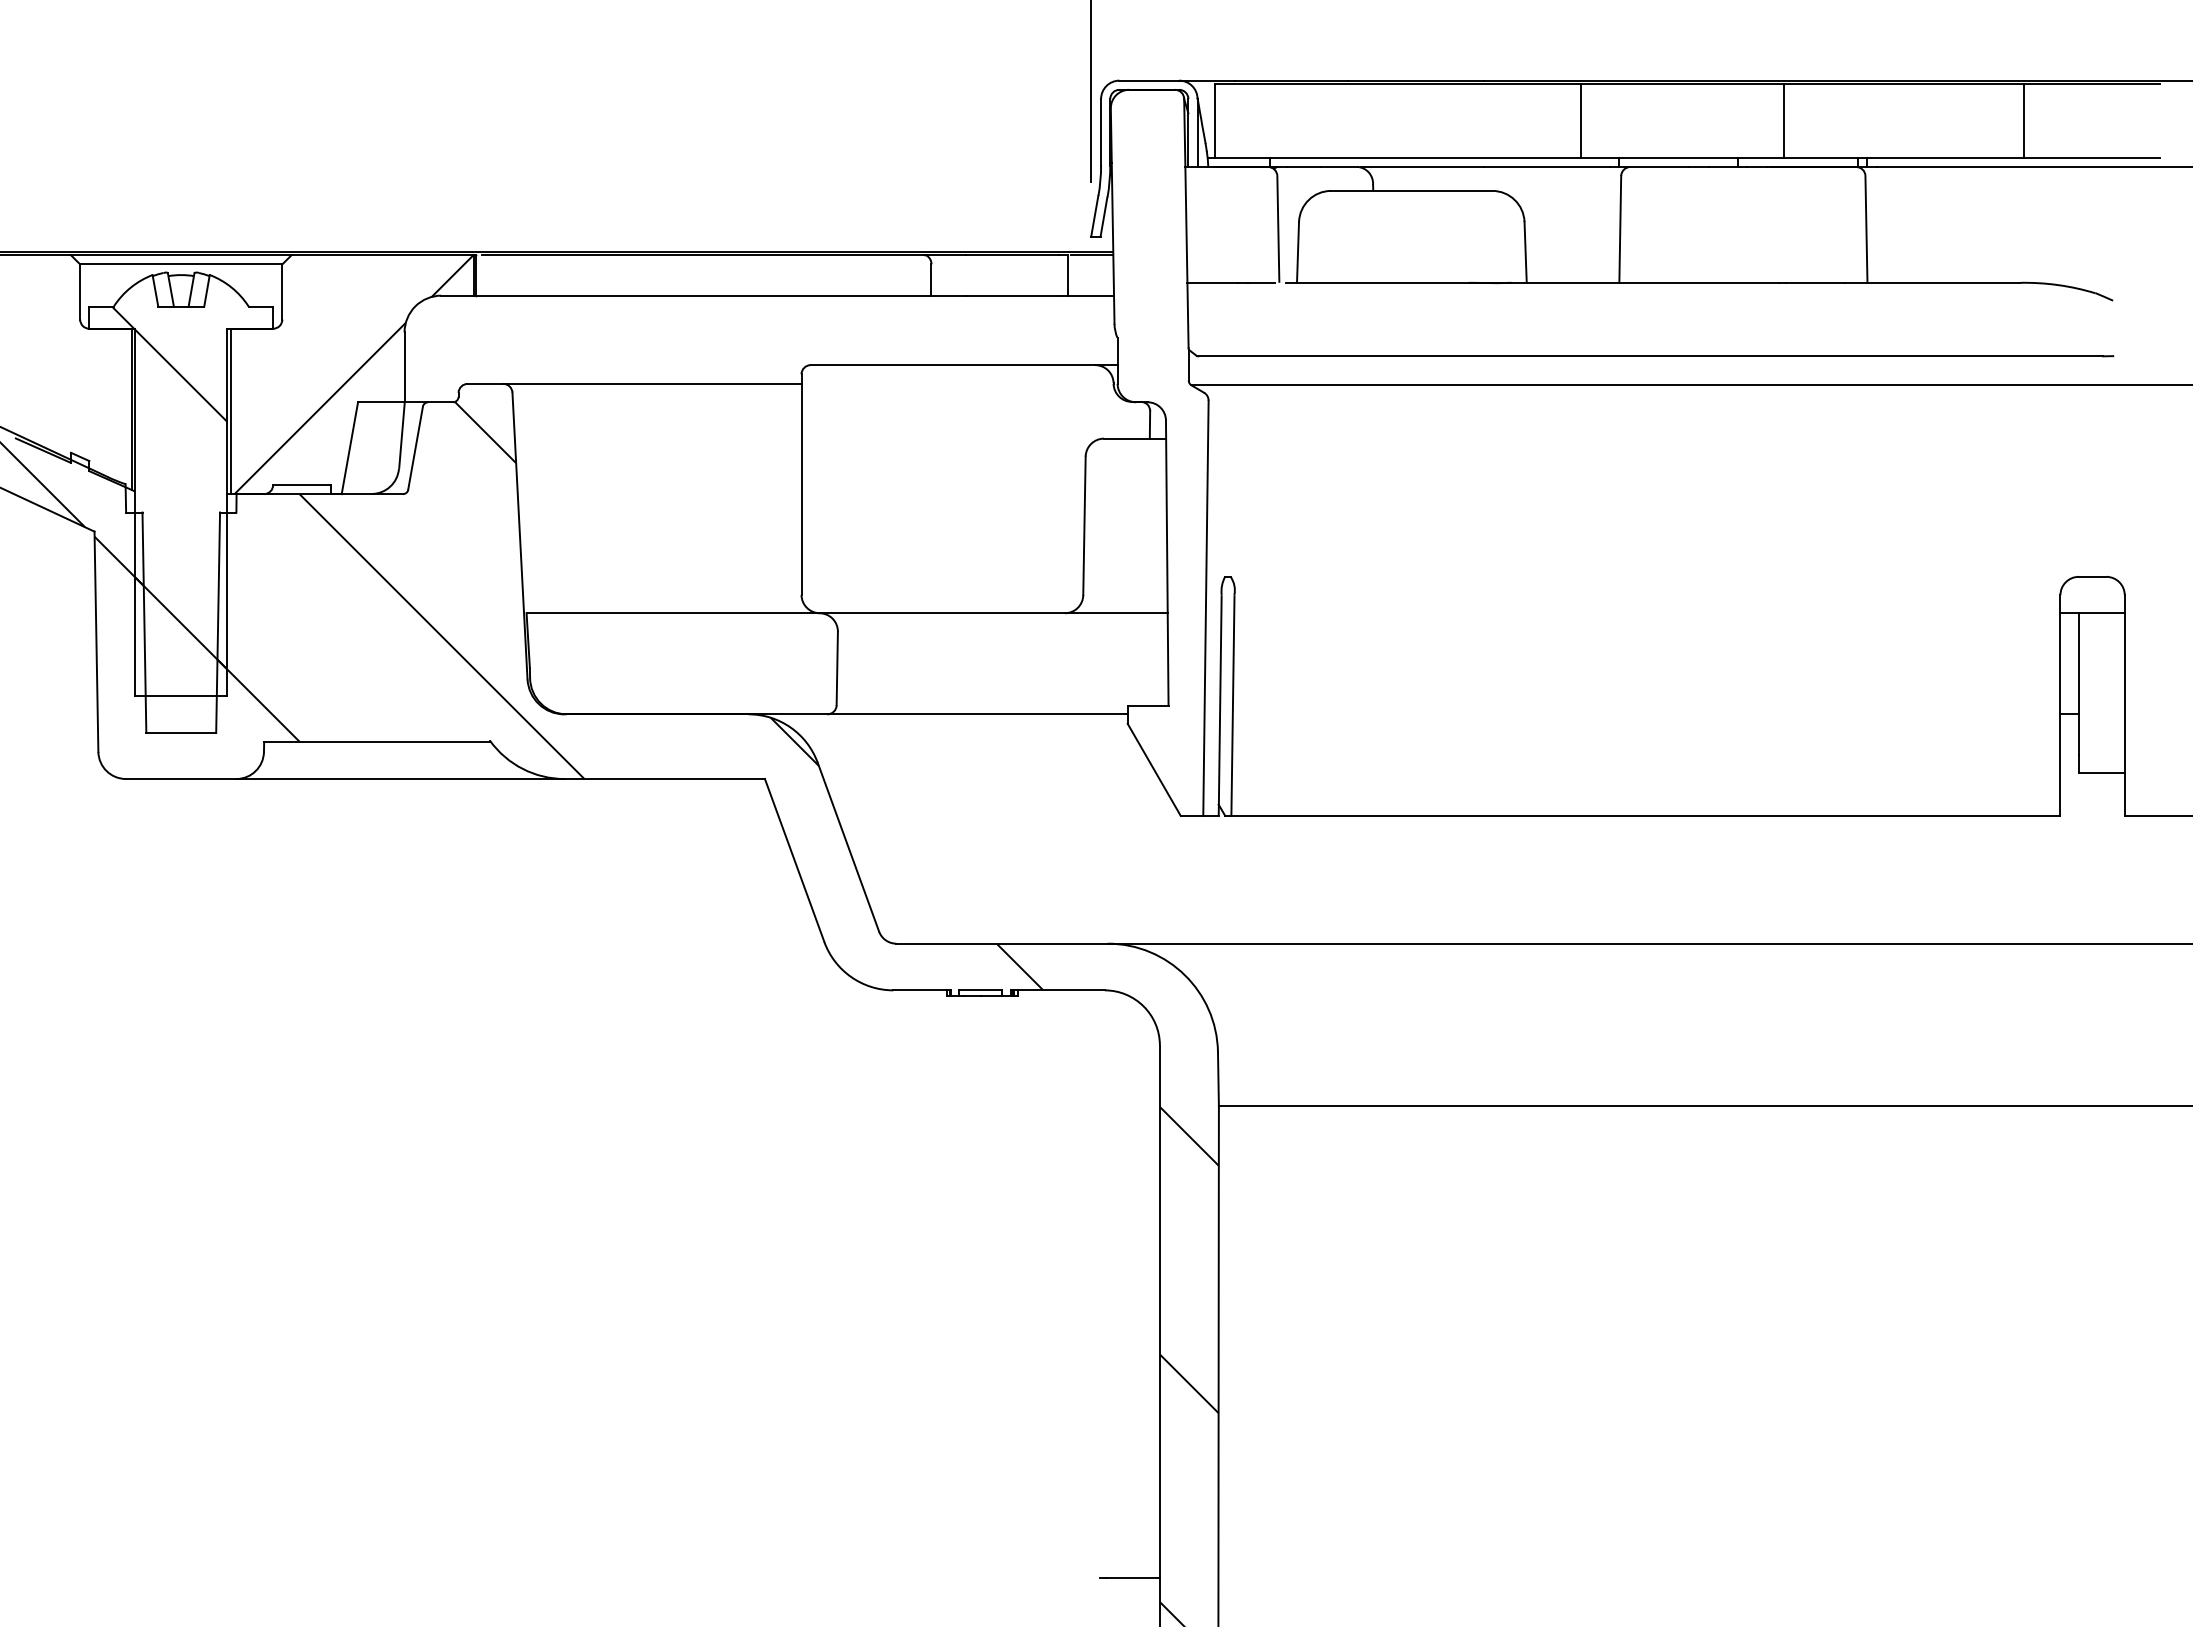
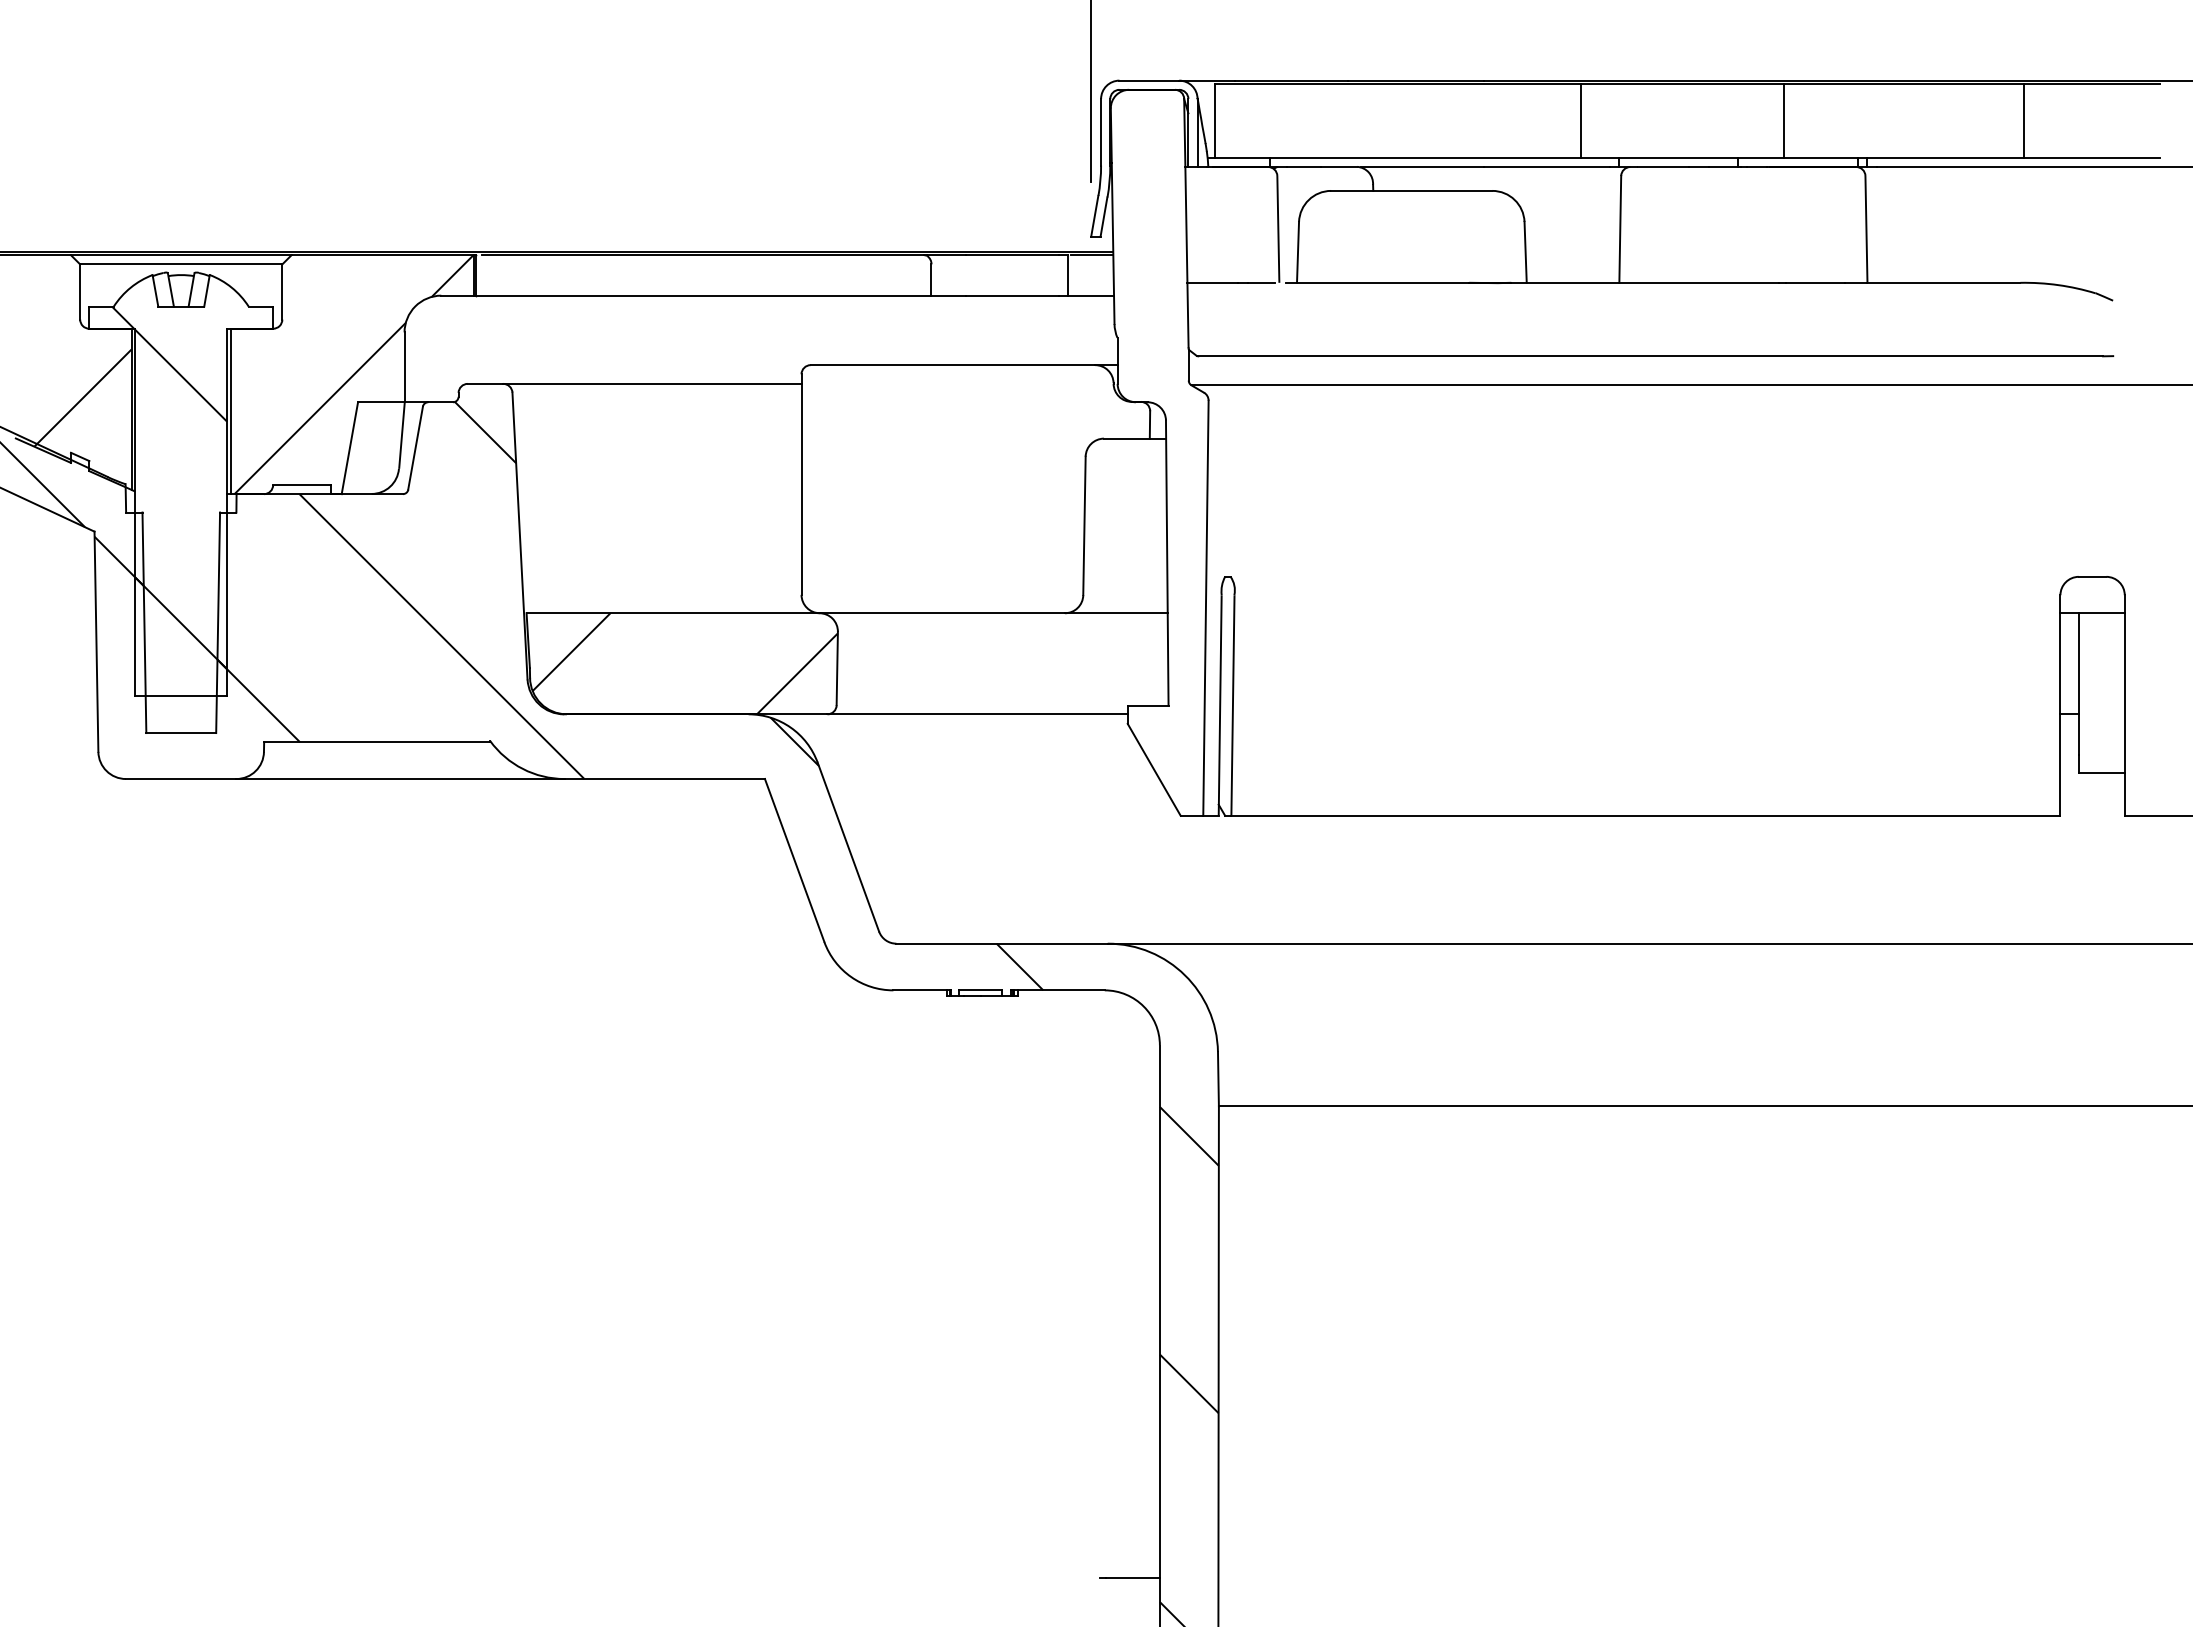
hatch at (82, 397): none -> present
hatch at (684, 663): none -> present
